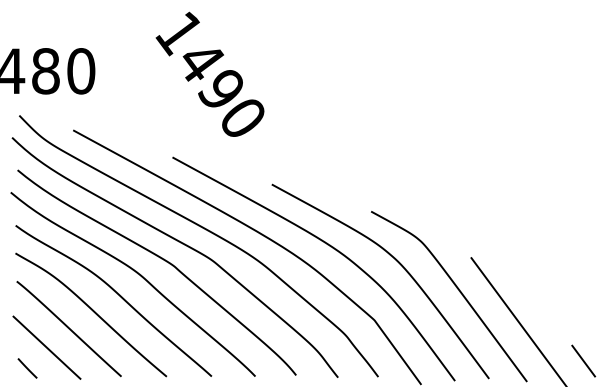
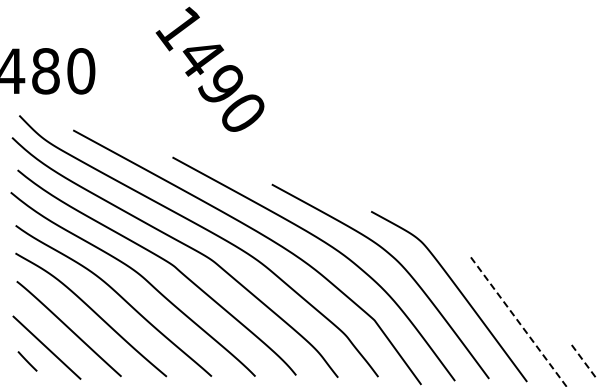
text at (209, 73) position: (209, 73) -> (209, 68)
line at (518, 321): solid -> dashed
line at (583, 361): solid -> dashed
line at (27, 368) position: (27, 368) -> (27, 361)
